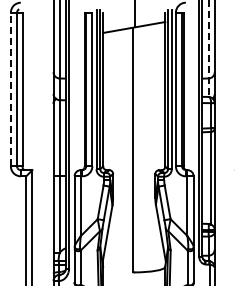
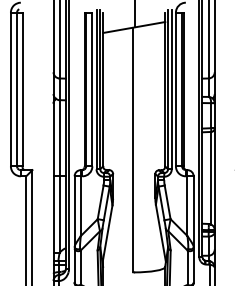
line at (208, 49): dashed -> solid
line at (10, 89): dashed -> solid
